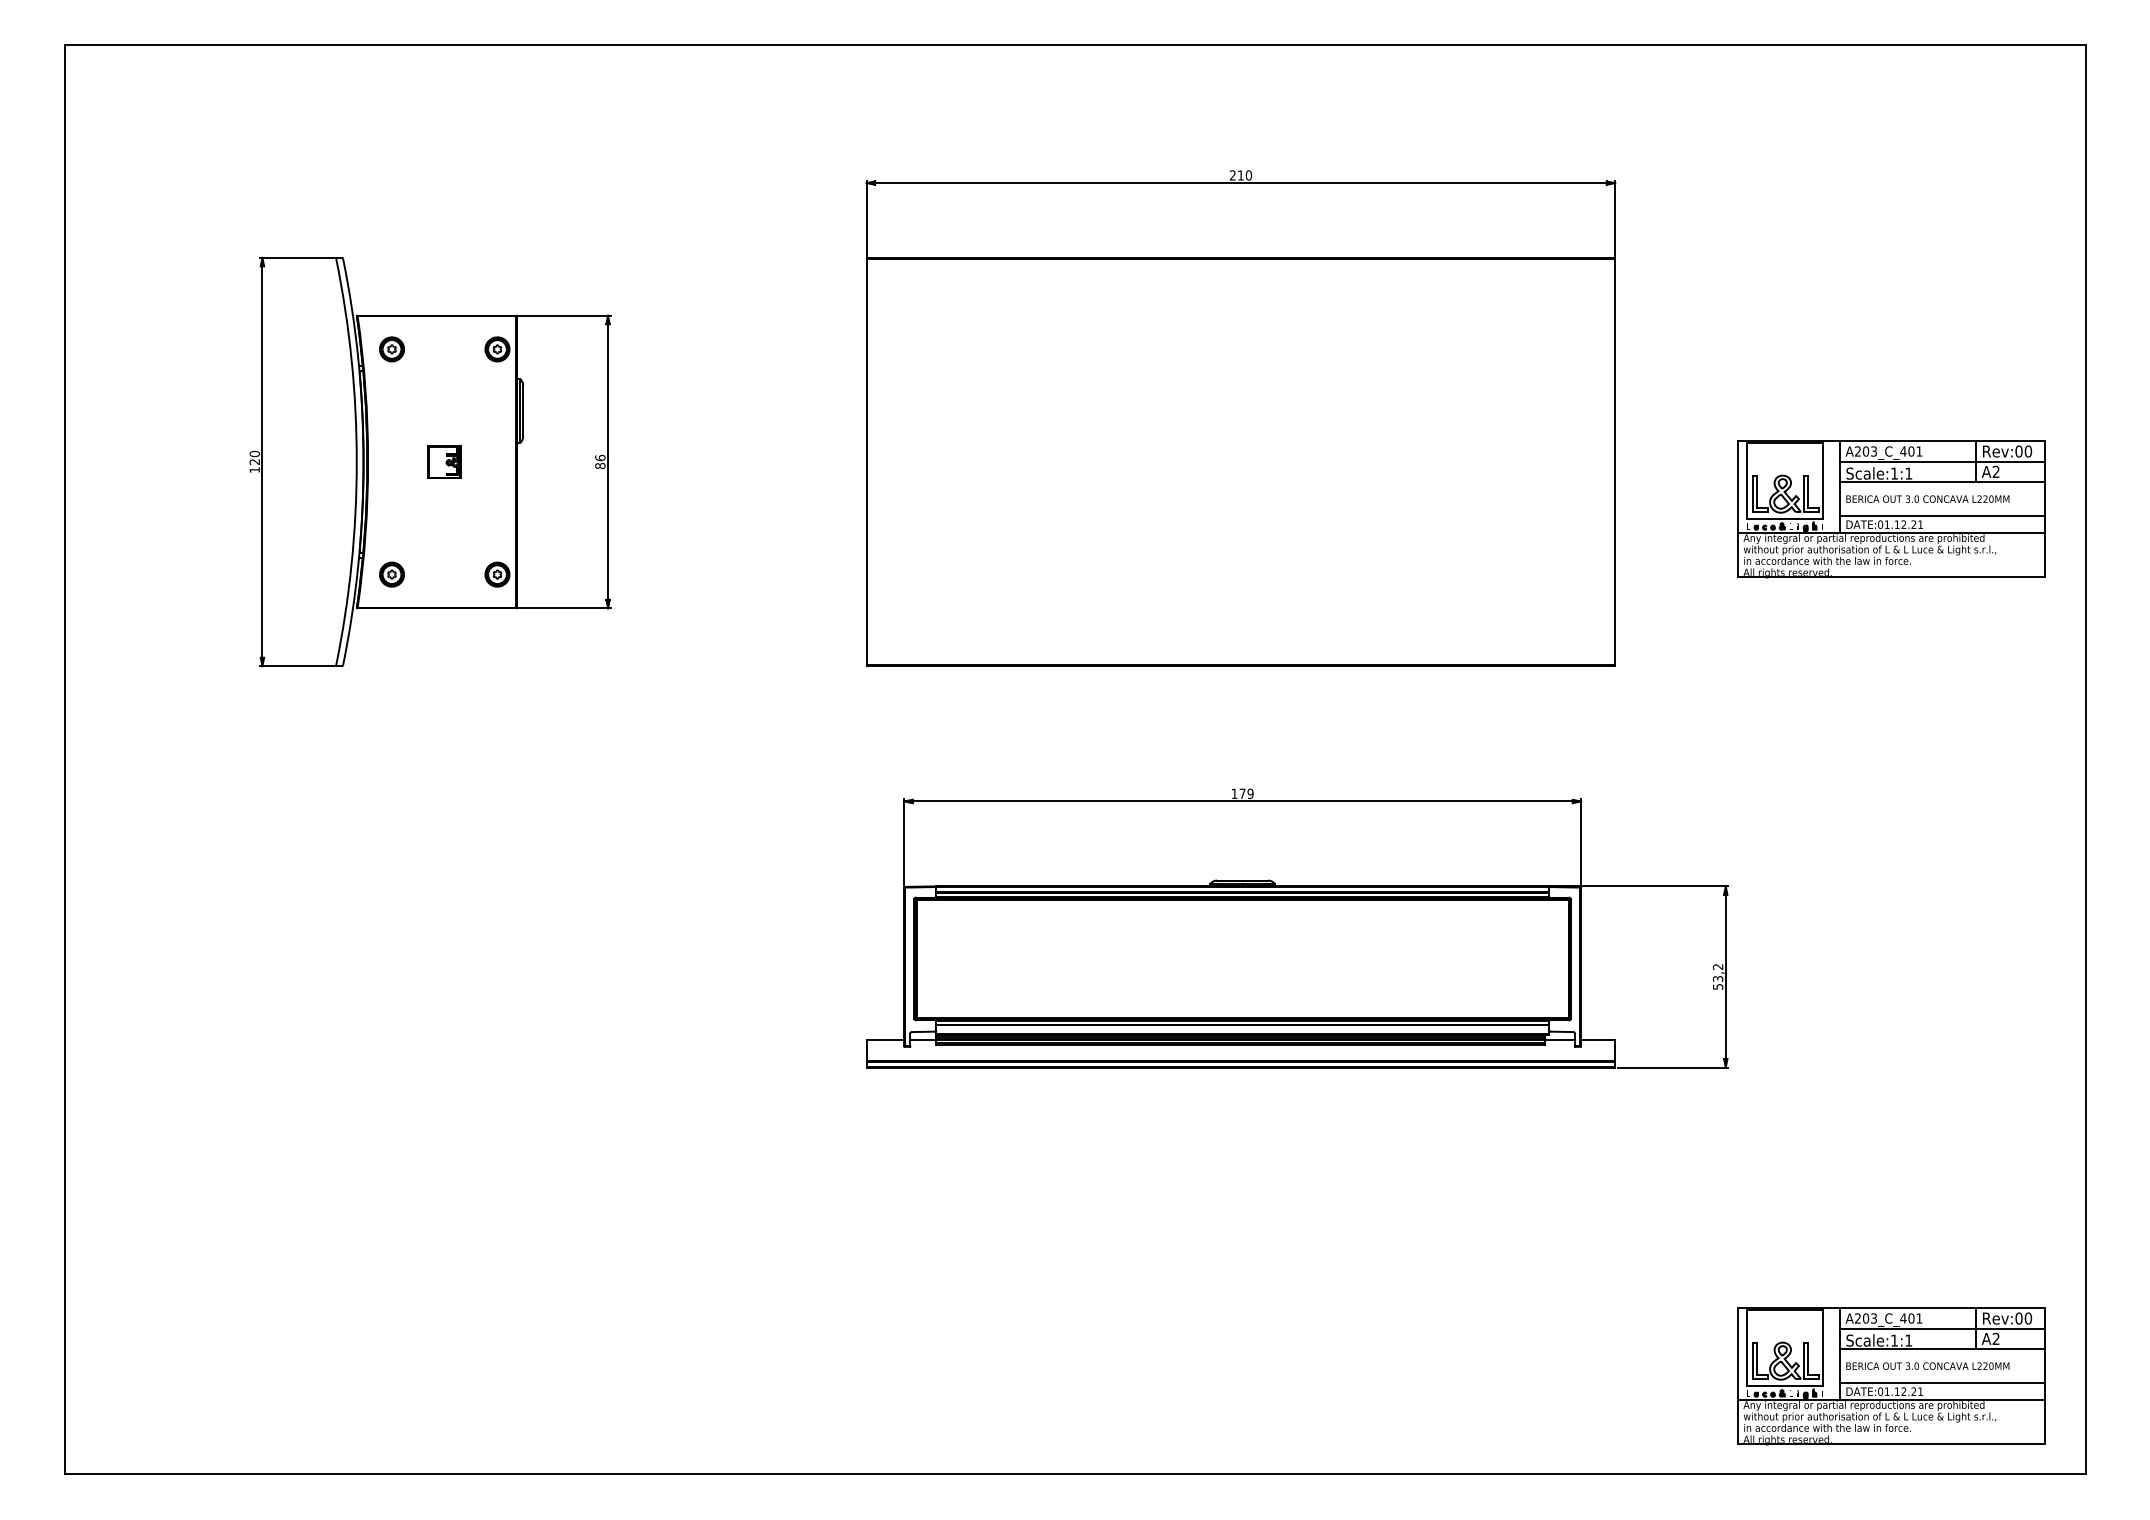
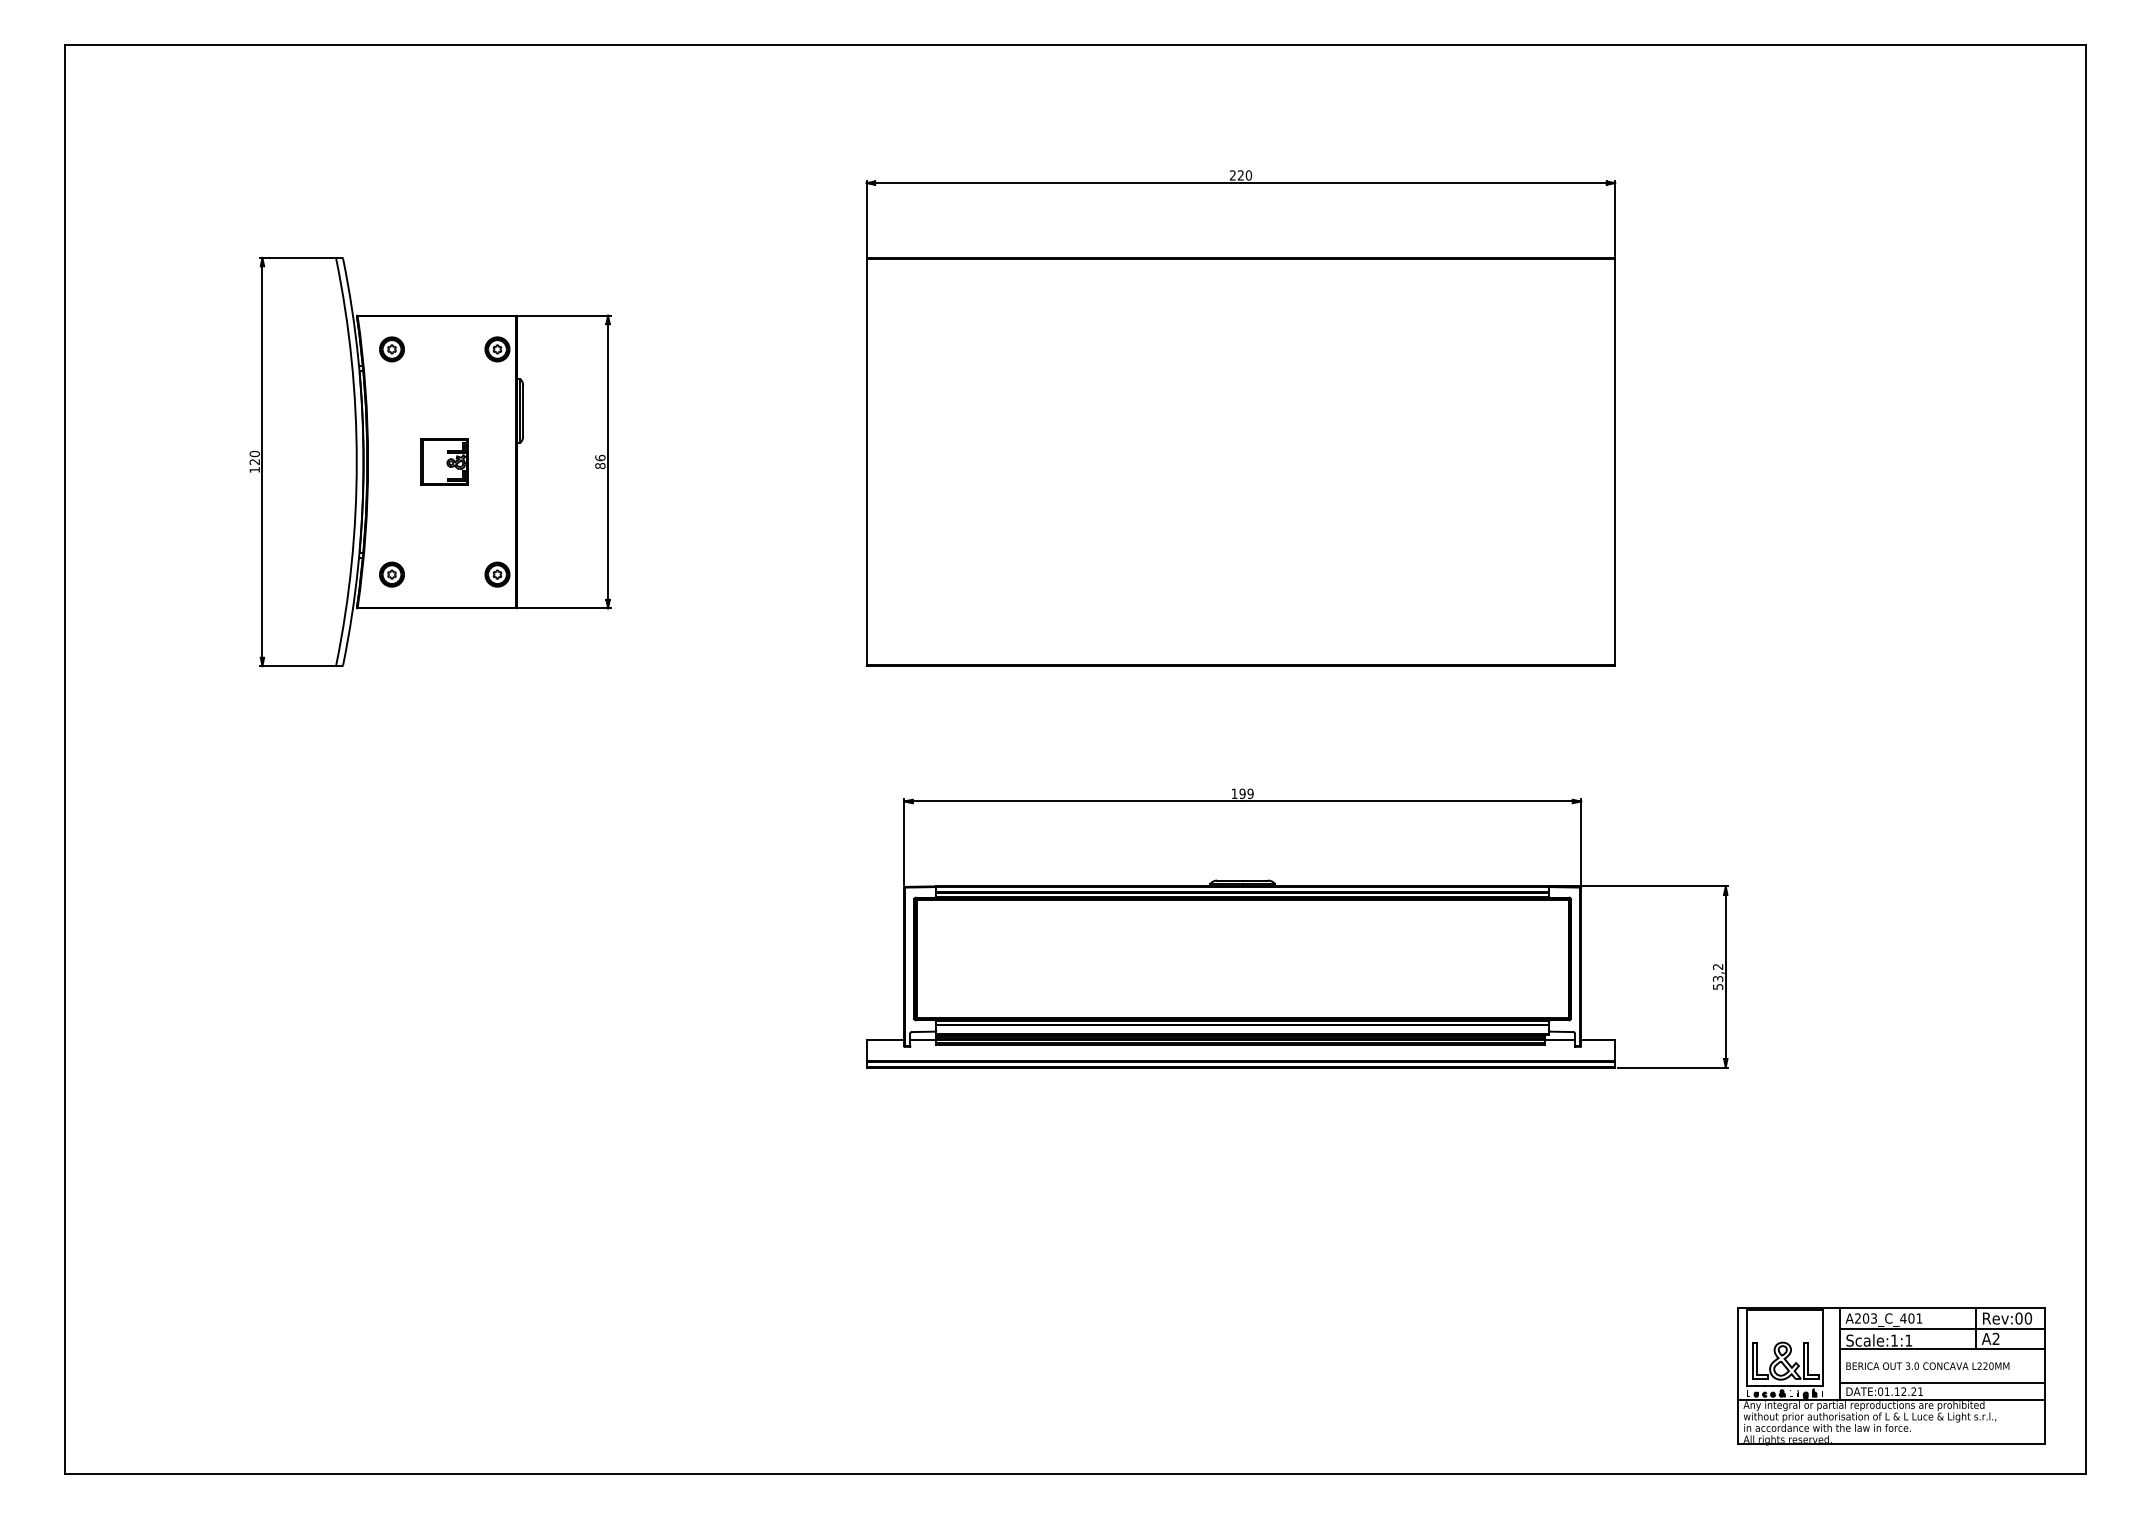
text at (1240, 175): 210 -> 220
part at (444, 461) size: 35x34 px -> 49x48 px
part at (1891, 509): present -> none
text at (1242, 793): 179 -> 199
